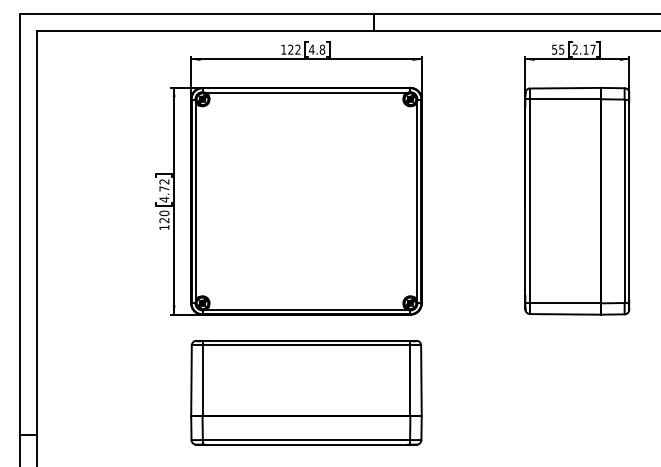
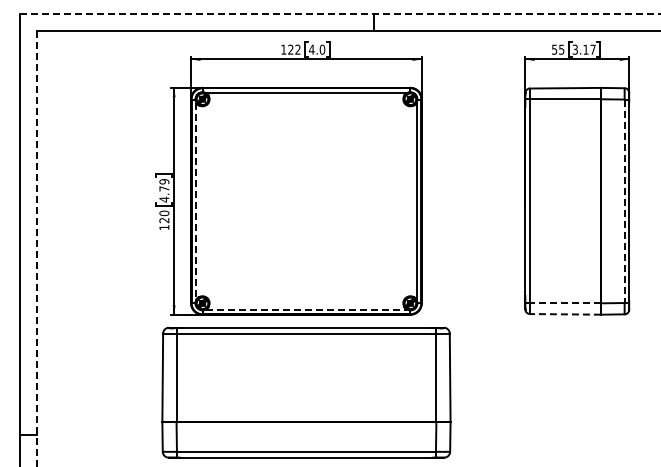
line at (340, 13): solid -> dashed
text at (322, 49): 4.8 -> 4.0
text at (574, 49): 2.17 -> 3.17
text at (164, 181): 4.72 -> 4.79
line at (196, 201): solid -> dashed
line at (624, 201): solid -> dashed
line at (36, 248): solid -> dashed
line at (564, 303): solid -> dashed
line at (306, 309): solid -> dashed
line at (564, 314): solid -> dashed
part at (306, 392) size: 233x106 px -> 291x133 px
